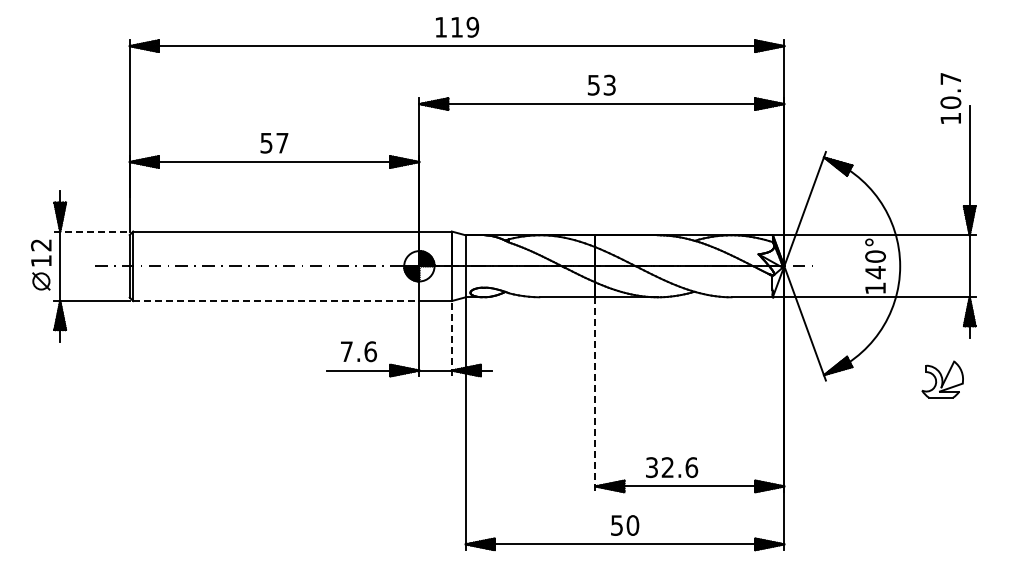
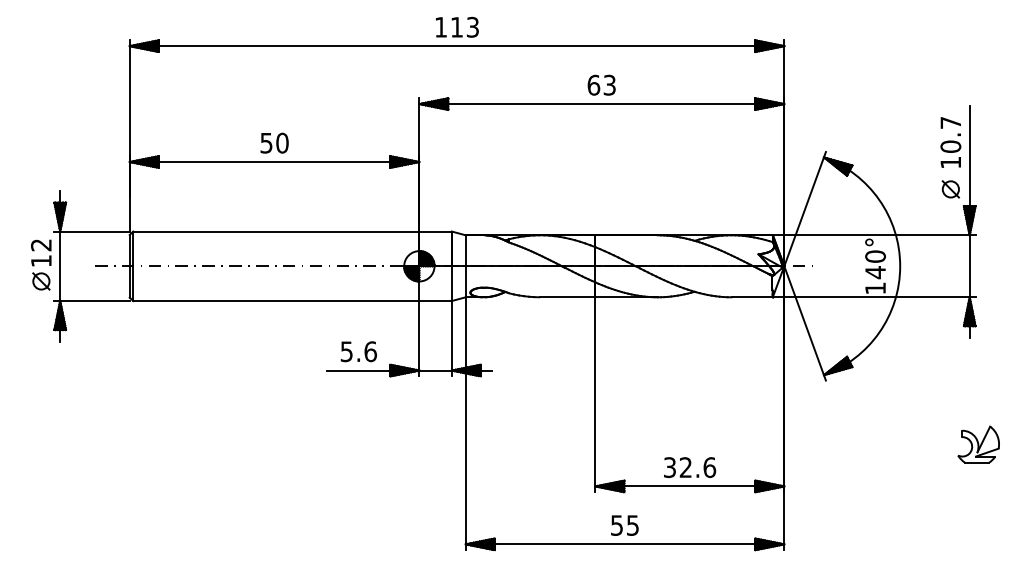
text at (472, 27): 119 -> 113
text at (593, 84): 53 -> 63
text at (950, 98) position: (950, 98) -> (950, 142)
text at (282, 142): 57 -> 50
part at (950, 189): none -> present
line at (92, 231): dashed -> solid
line at (276, 301): dashed -> solid
line at (451, 338): dashed -> solid
text at (346, 351): 7.6 -> 5.6
part at (942, 379) position: (942, 379) -> (978, 444)
line at (595, 395): dashed -> solid
text at (672, 467) position: (672, 467) -> (690, 467)
text at (632, 525): 50 -> 55
